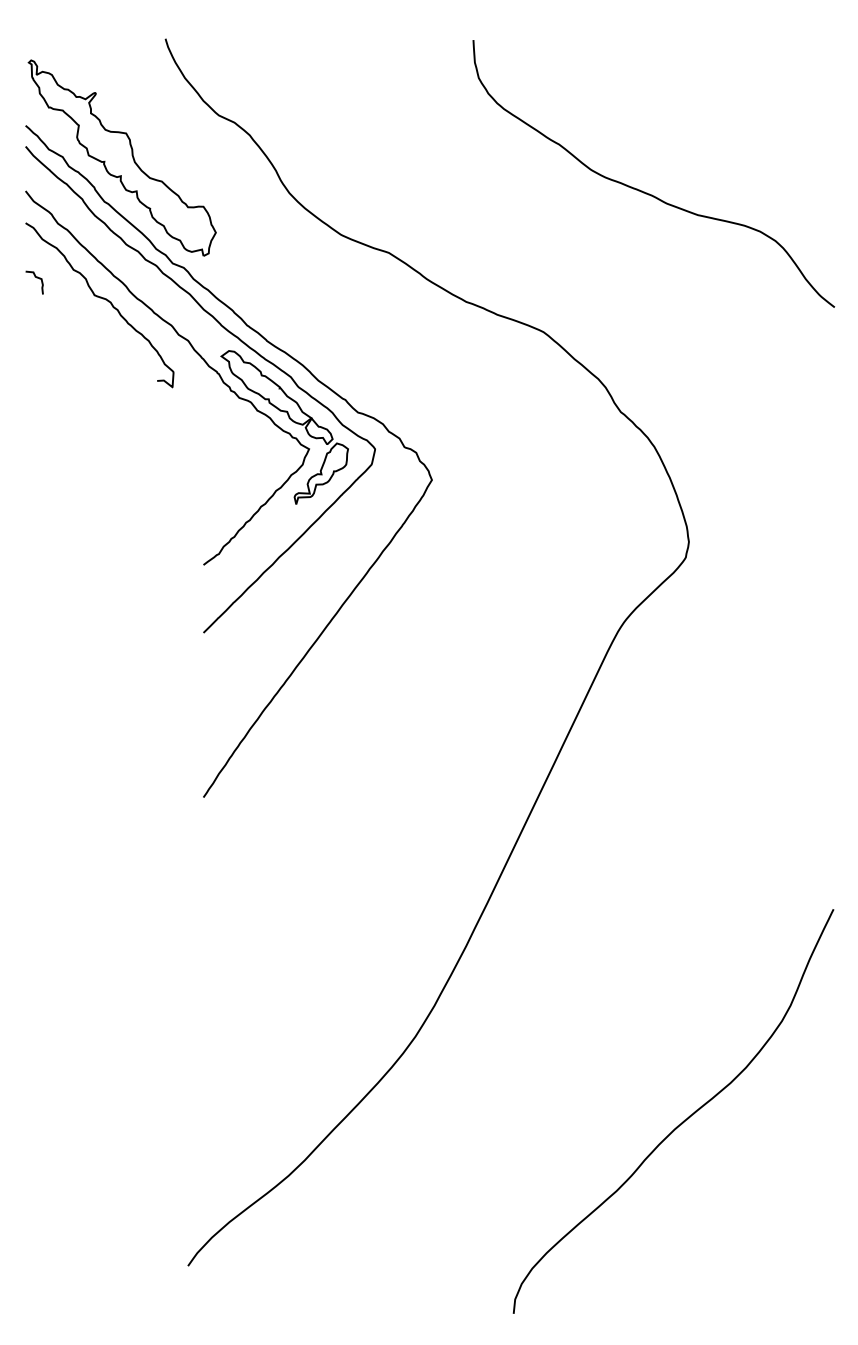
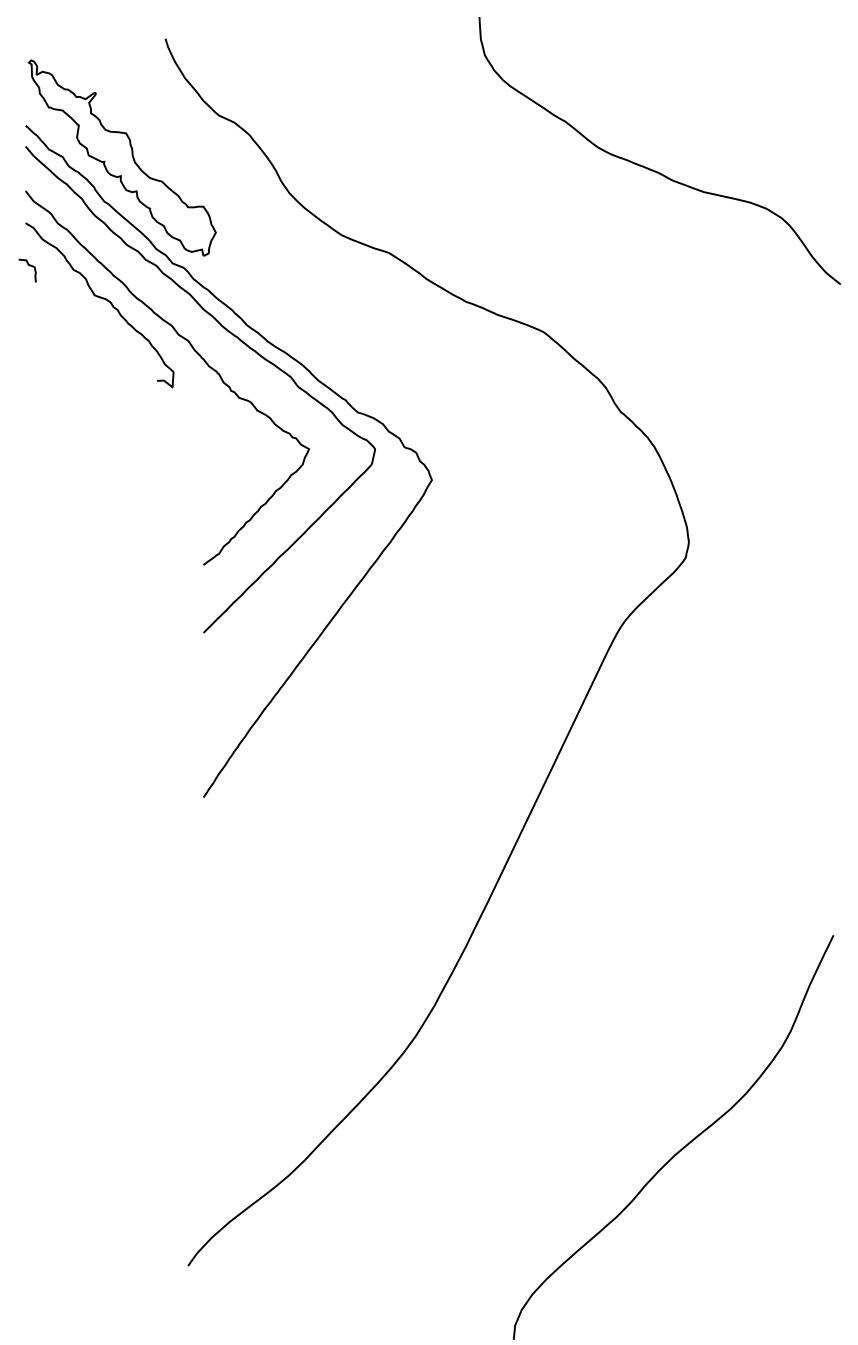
curve at (647, 192) position: (647, 192) -> (653, 169)
curve at (36, 278) position: (36, 278) -> (29, 266)
part at (290, 420): present -> none
curve at (683, 1120) position: (683, 1120) -> (683, 1146)
